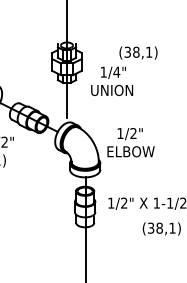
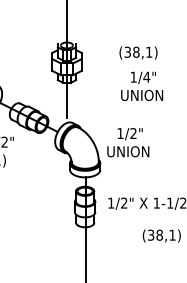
text at (112, 80) position: (112, 80) -> (142, 85)
text at (130, 151): ELBOW -> UNION
text at (161, 228) position: (161, 228) -> (161, 235)
